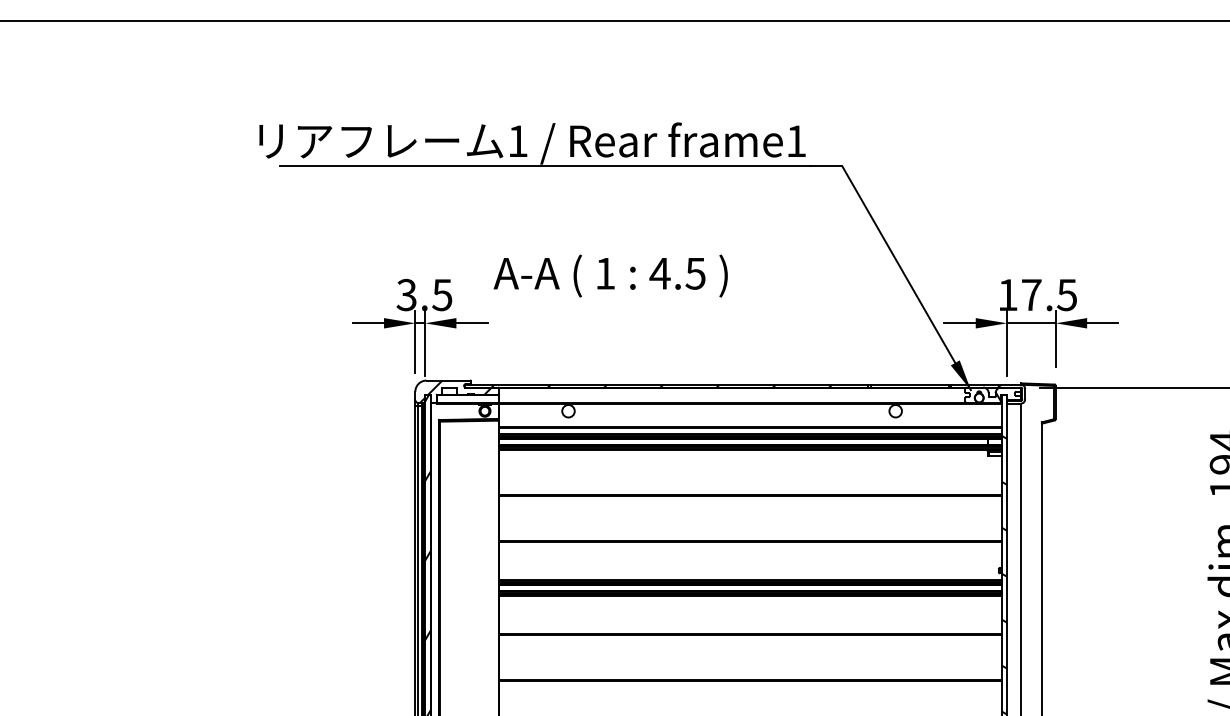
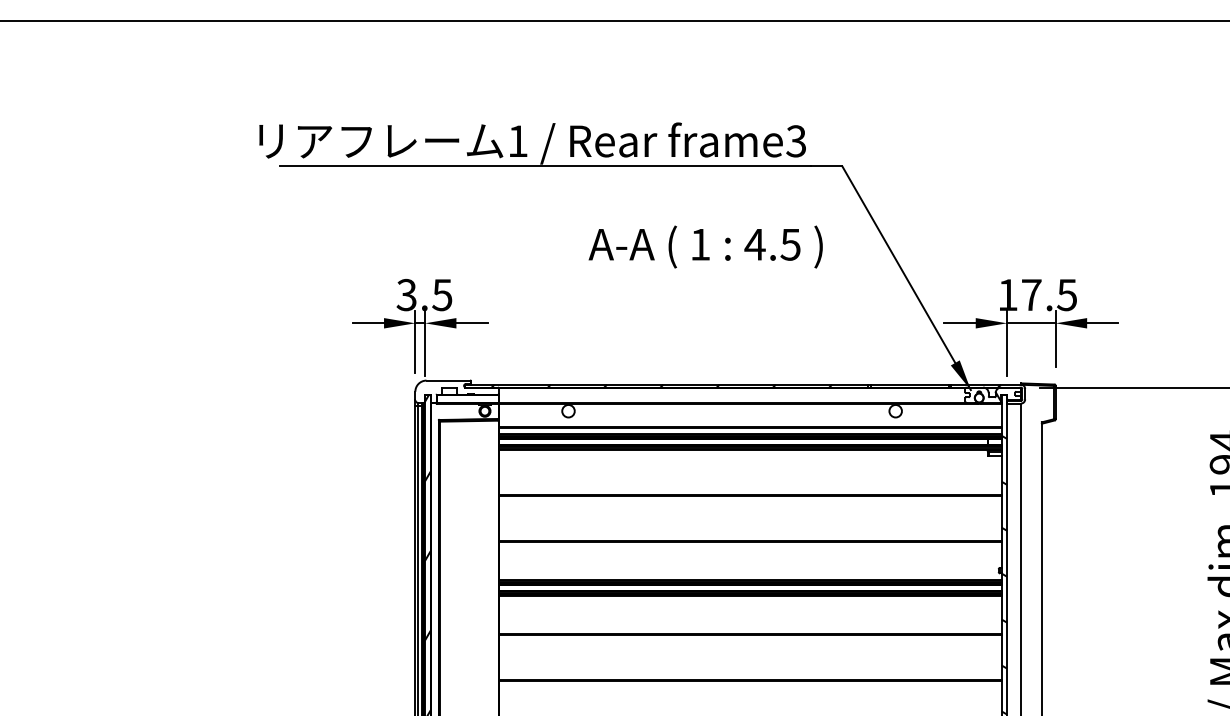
text at (795, 141): frame1 -> frame3
text at (610, 275) position: (610, 275) -> (705, 246)
hatch at (455, 391): present -> none
